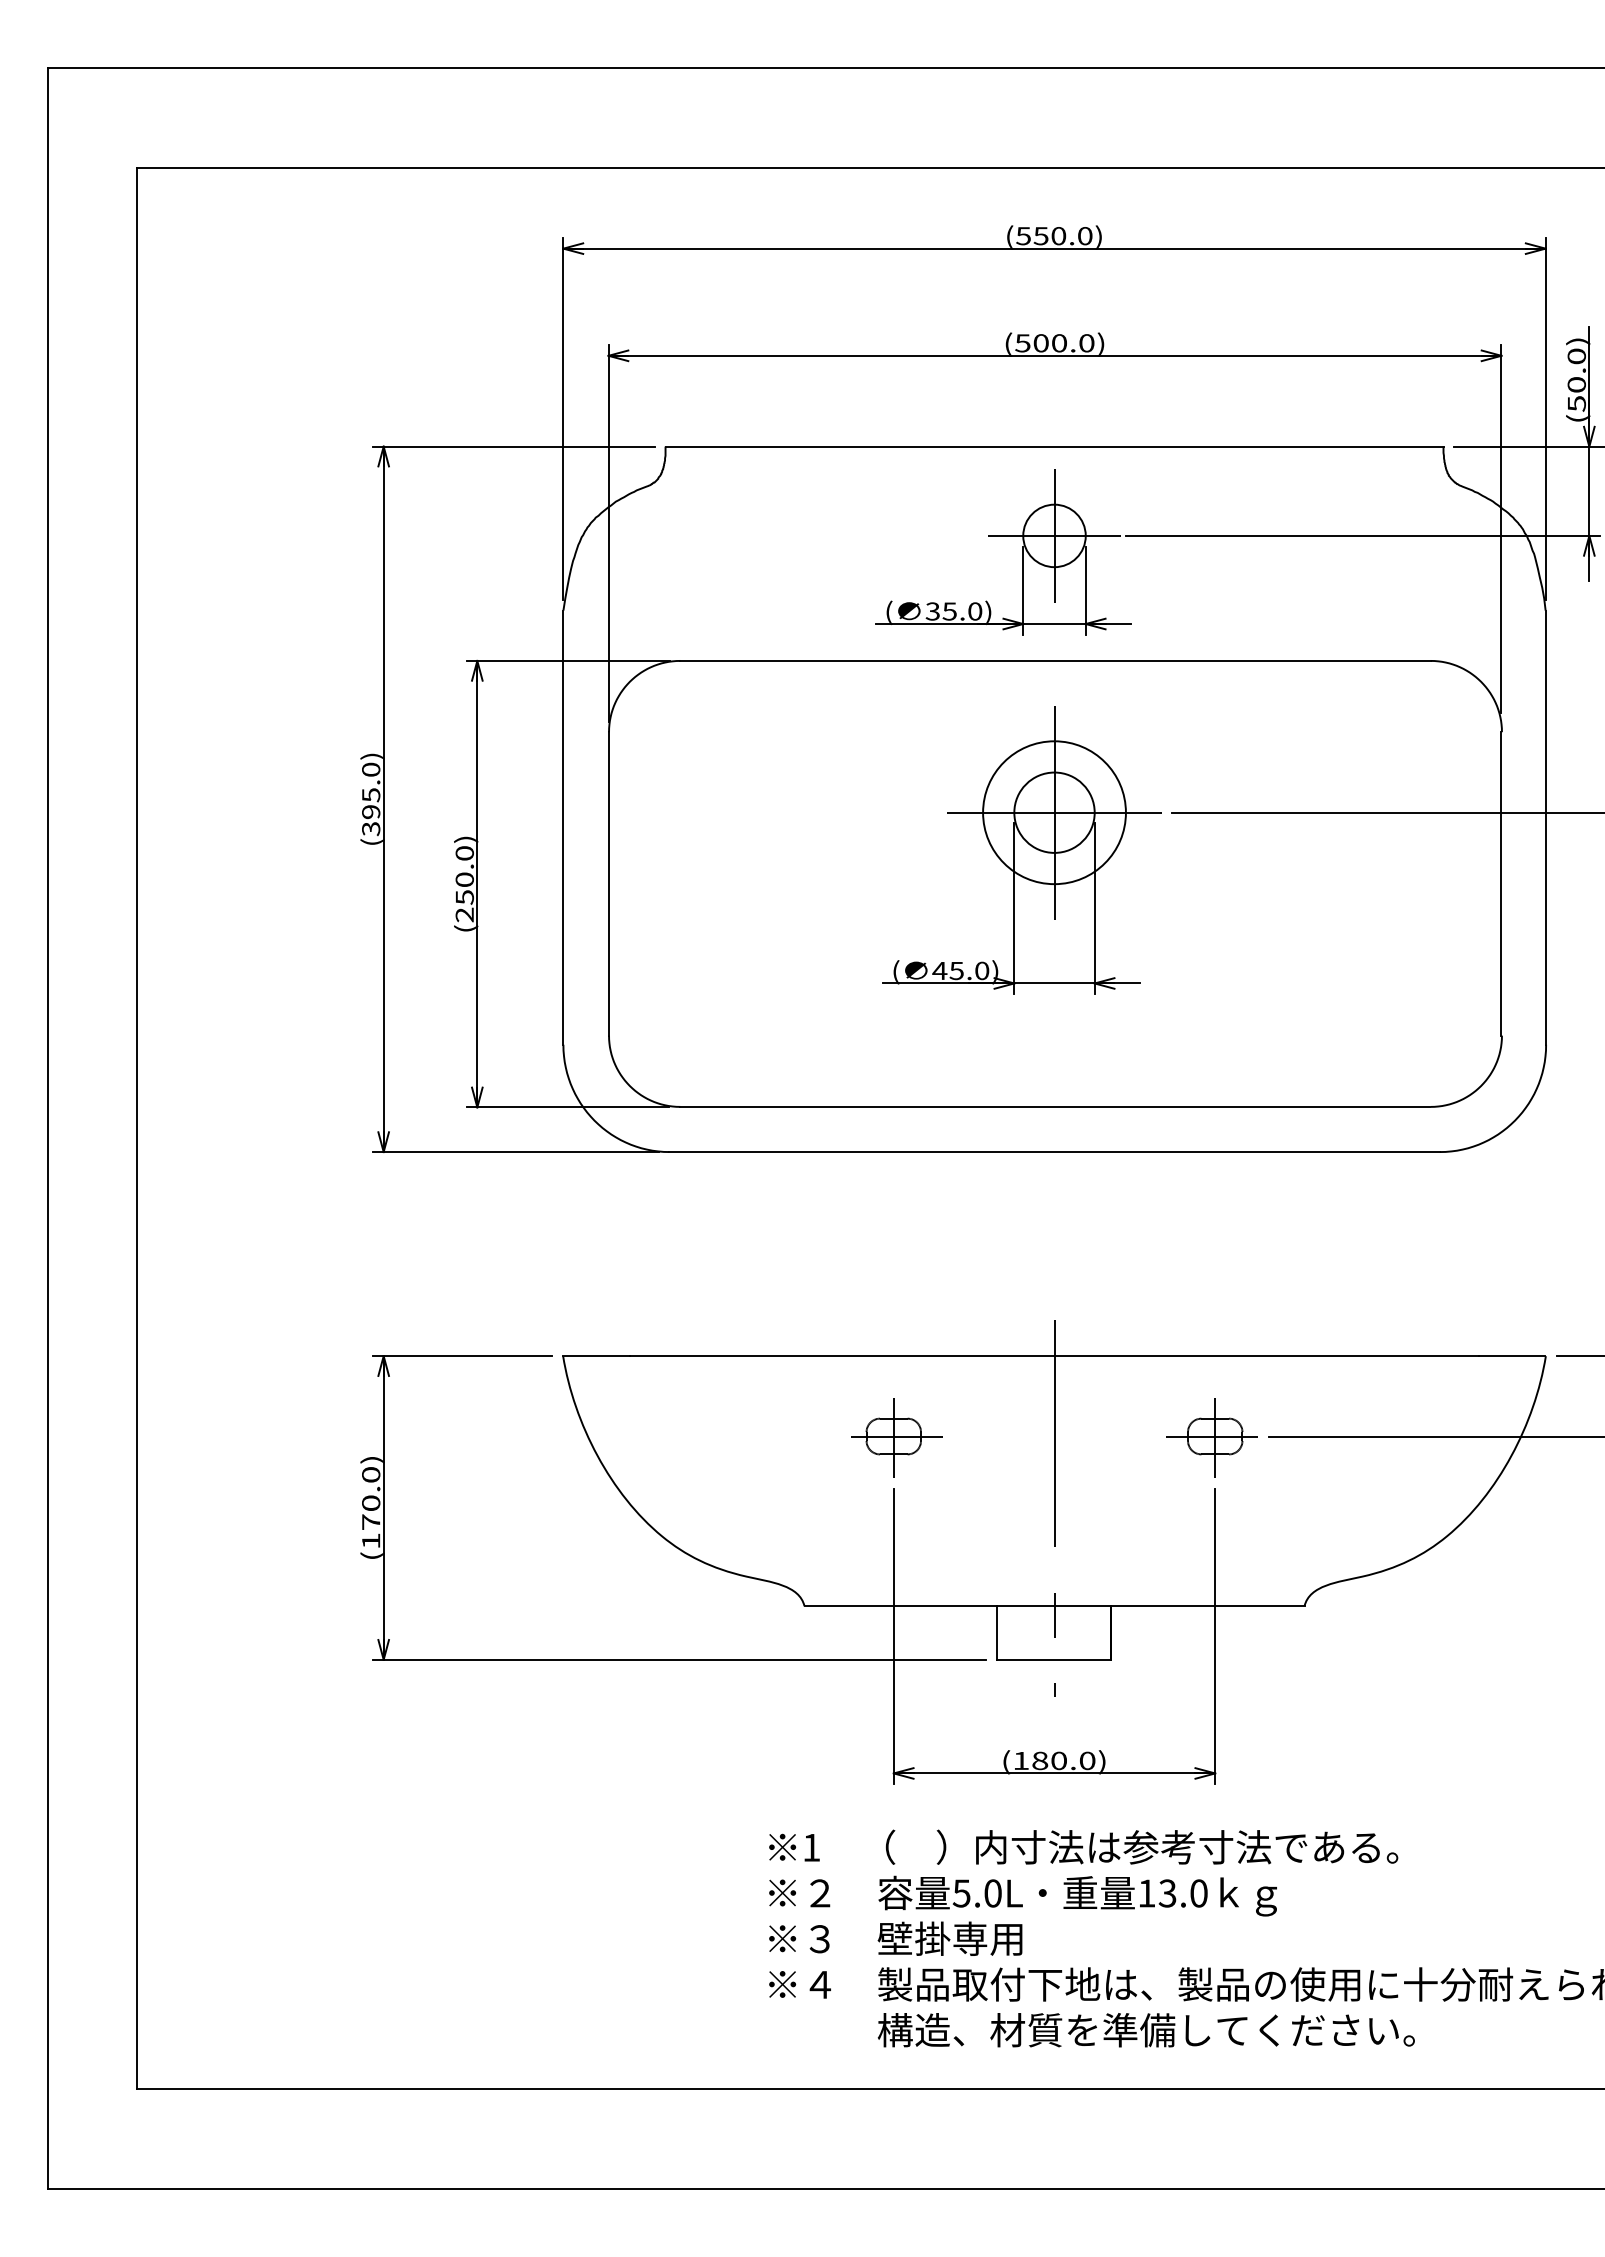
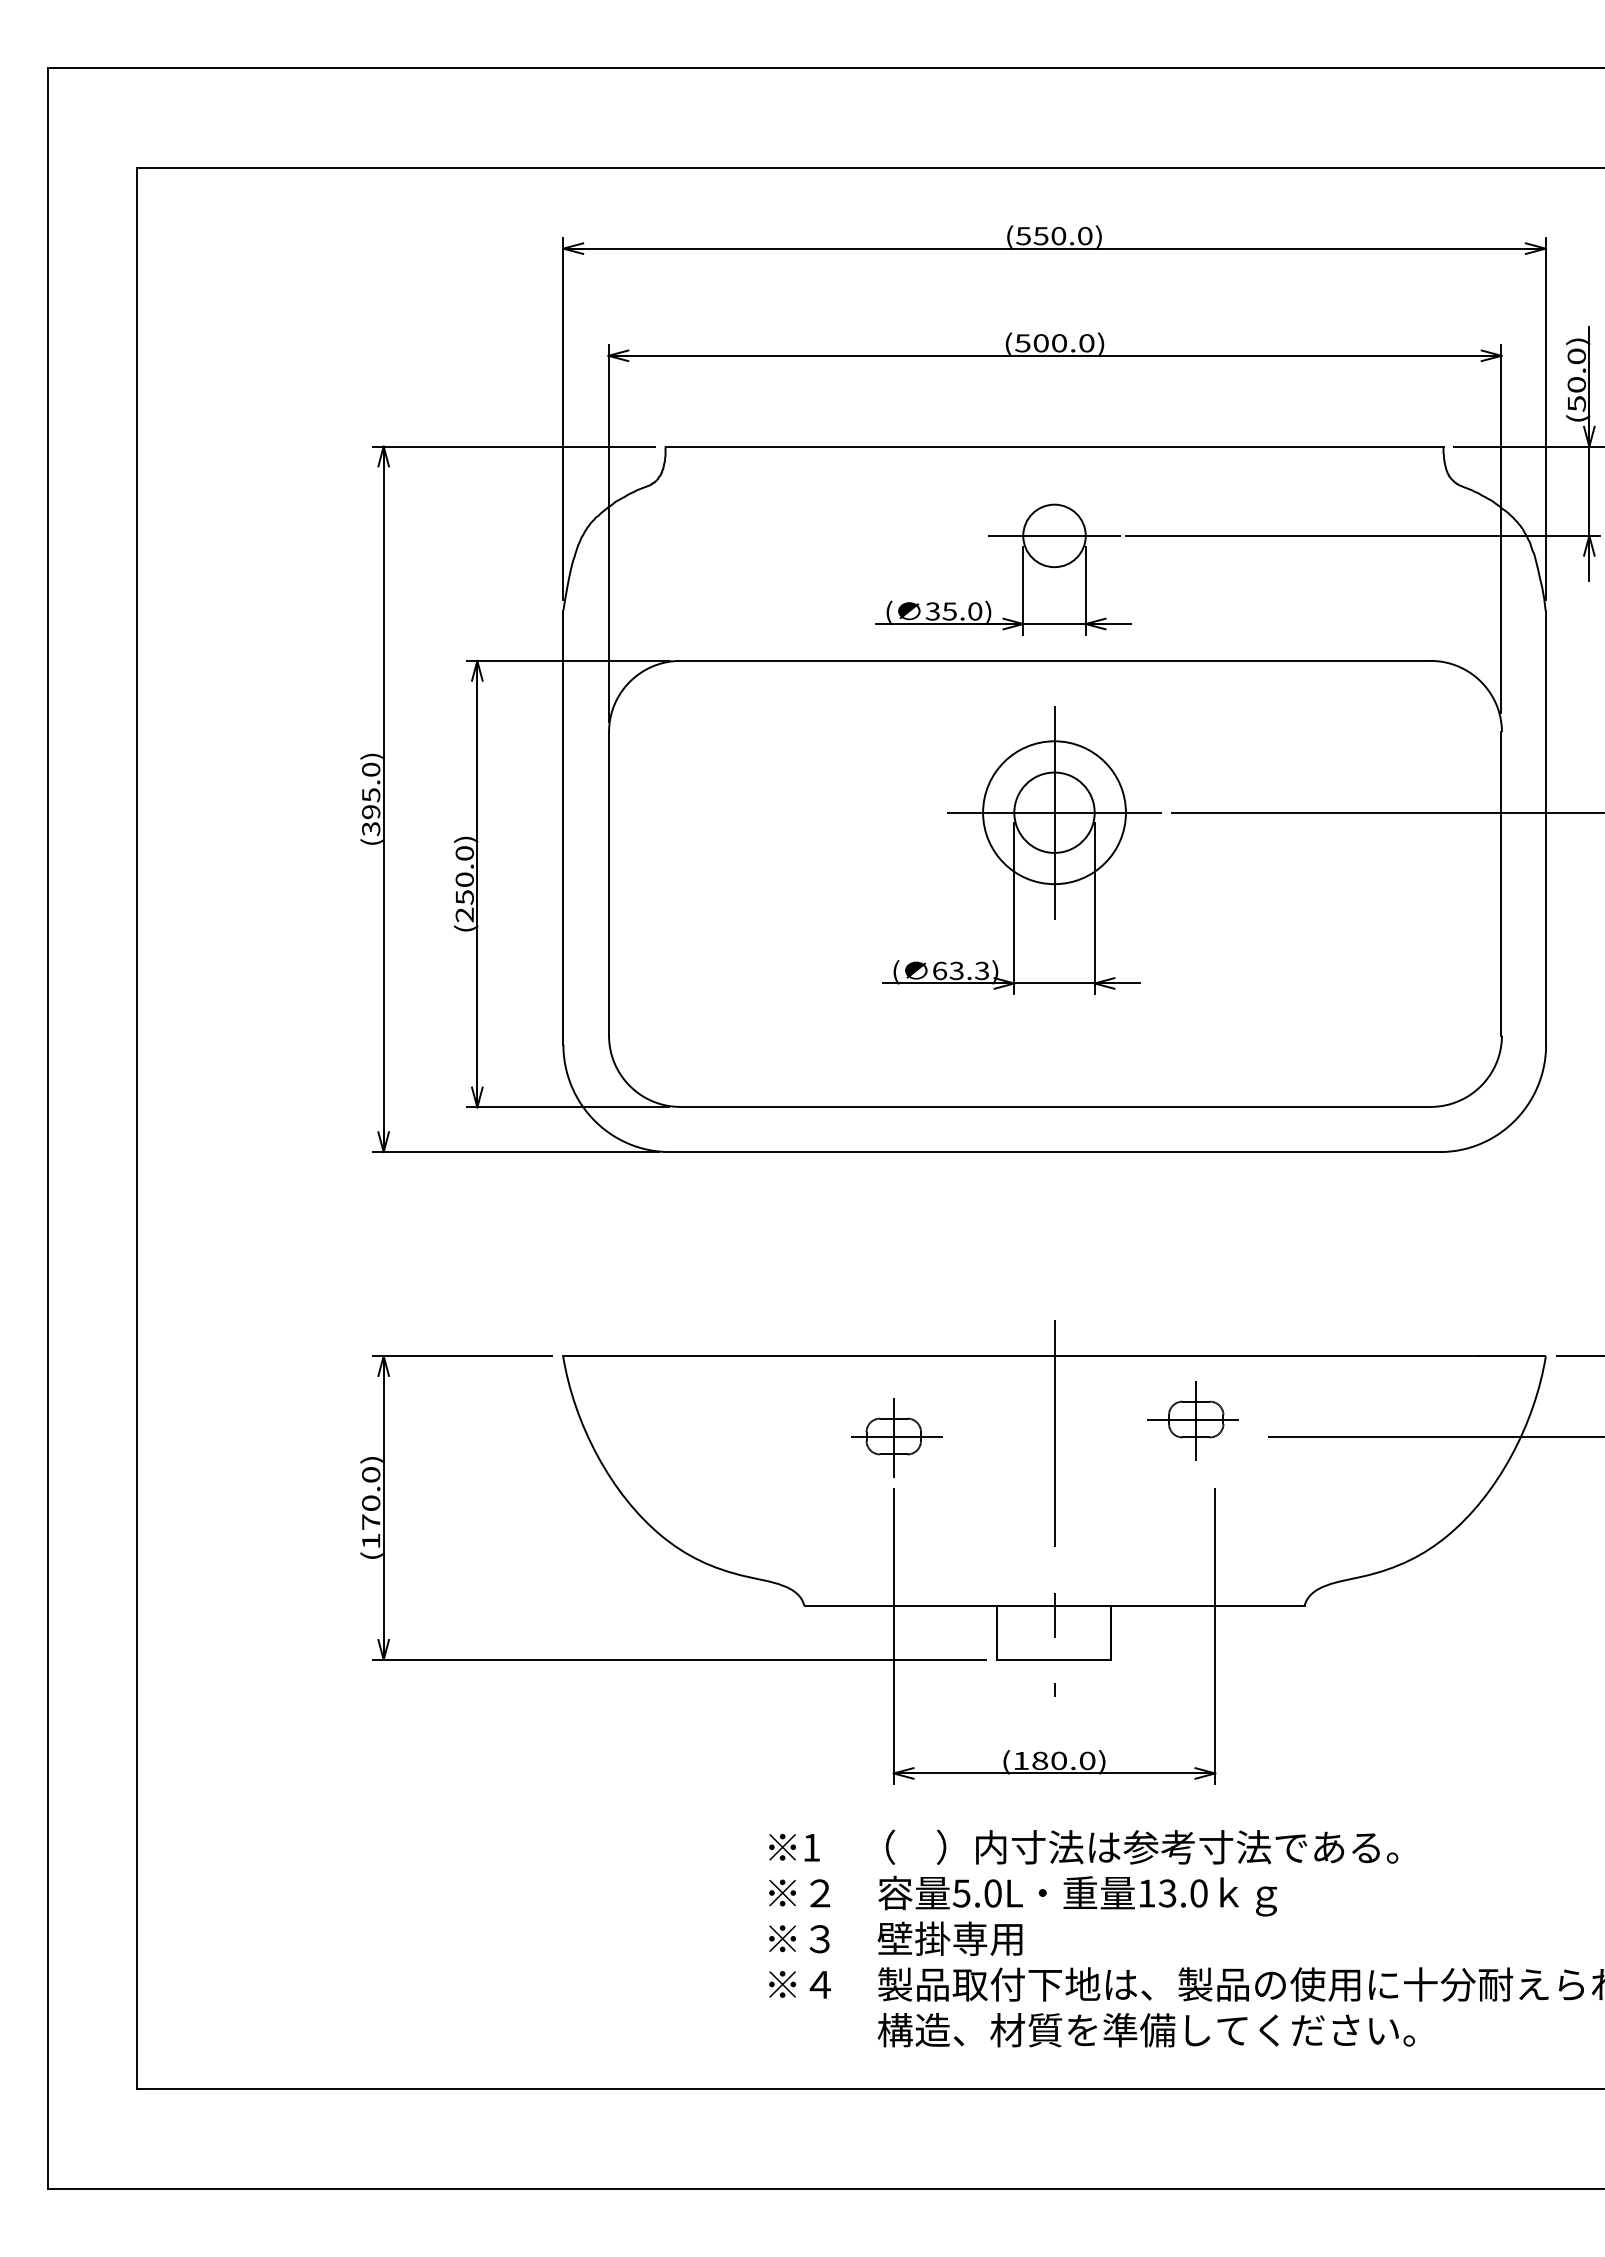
line at (1054, 535): present -> none
text at (960, 970): 45.0) -> 63.3)
part at (1211, 1437) position: (1211, 1437) -> (1192, 1420)
